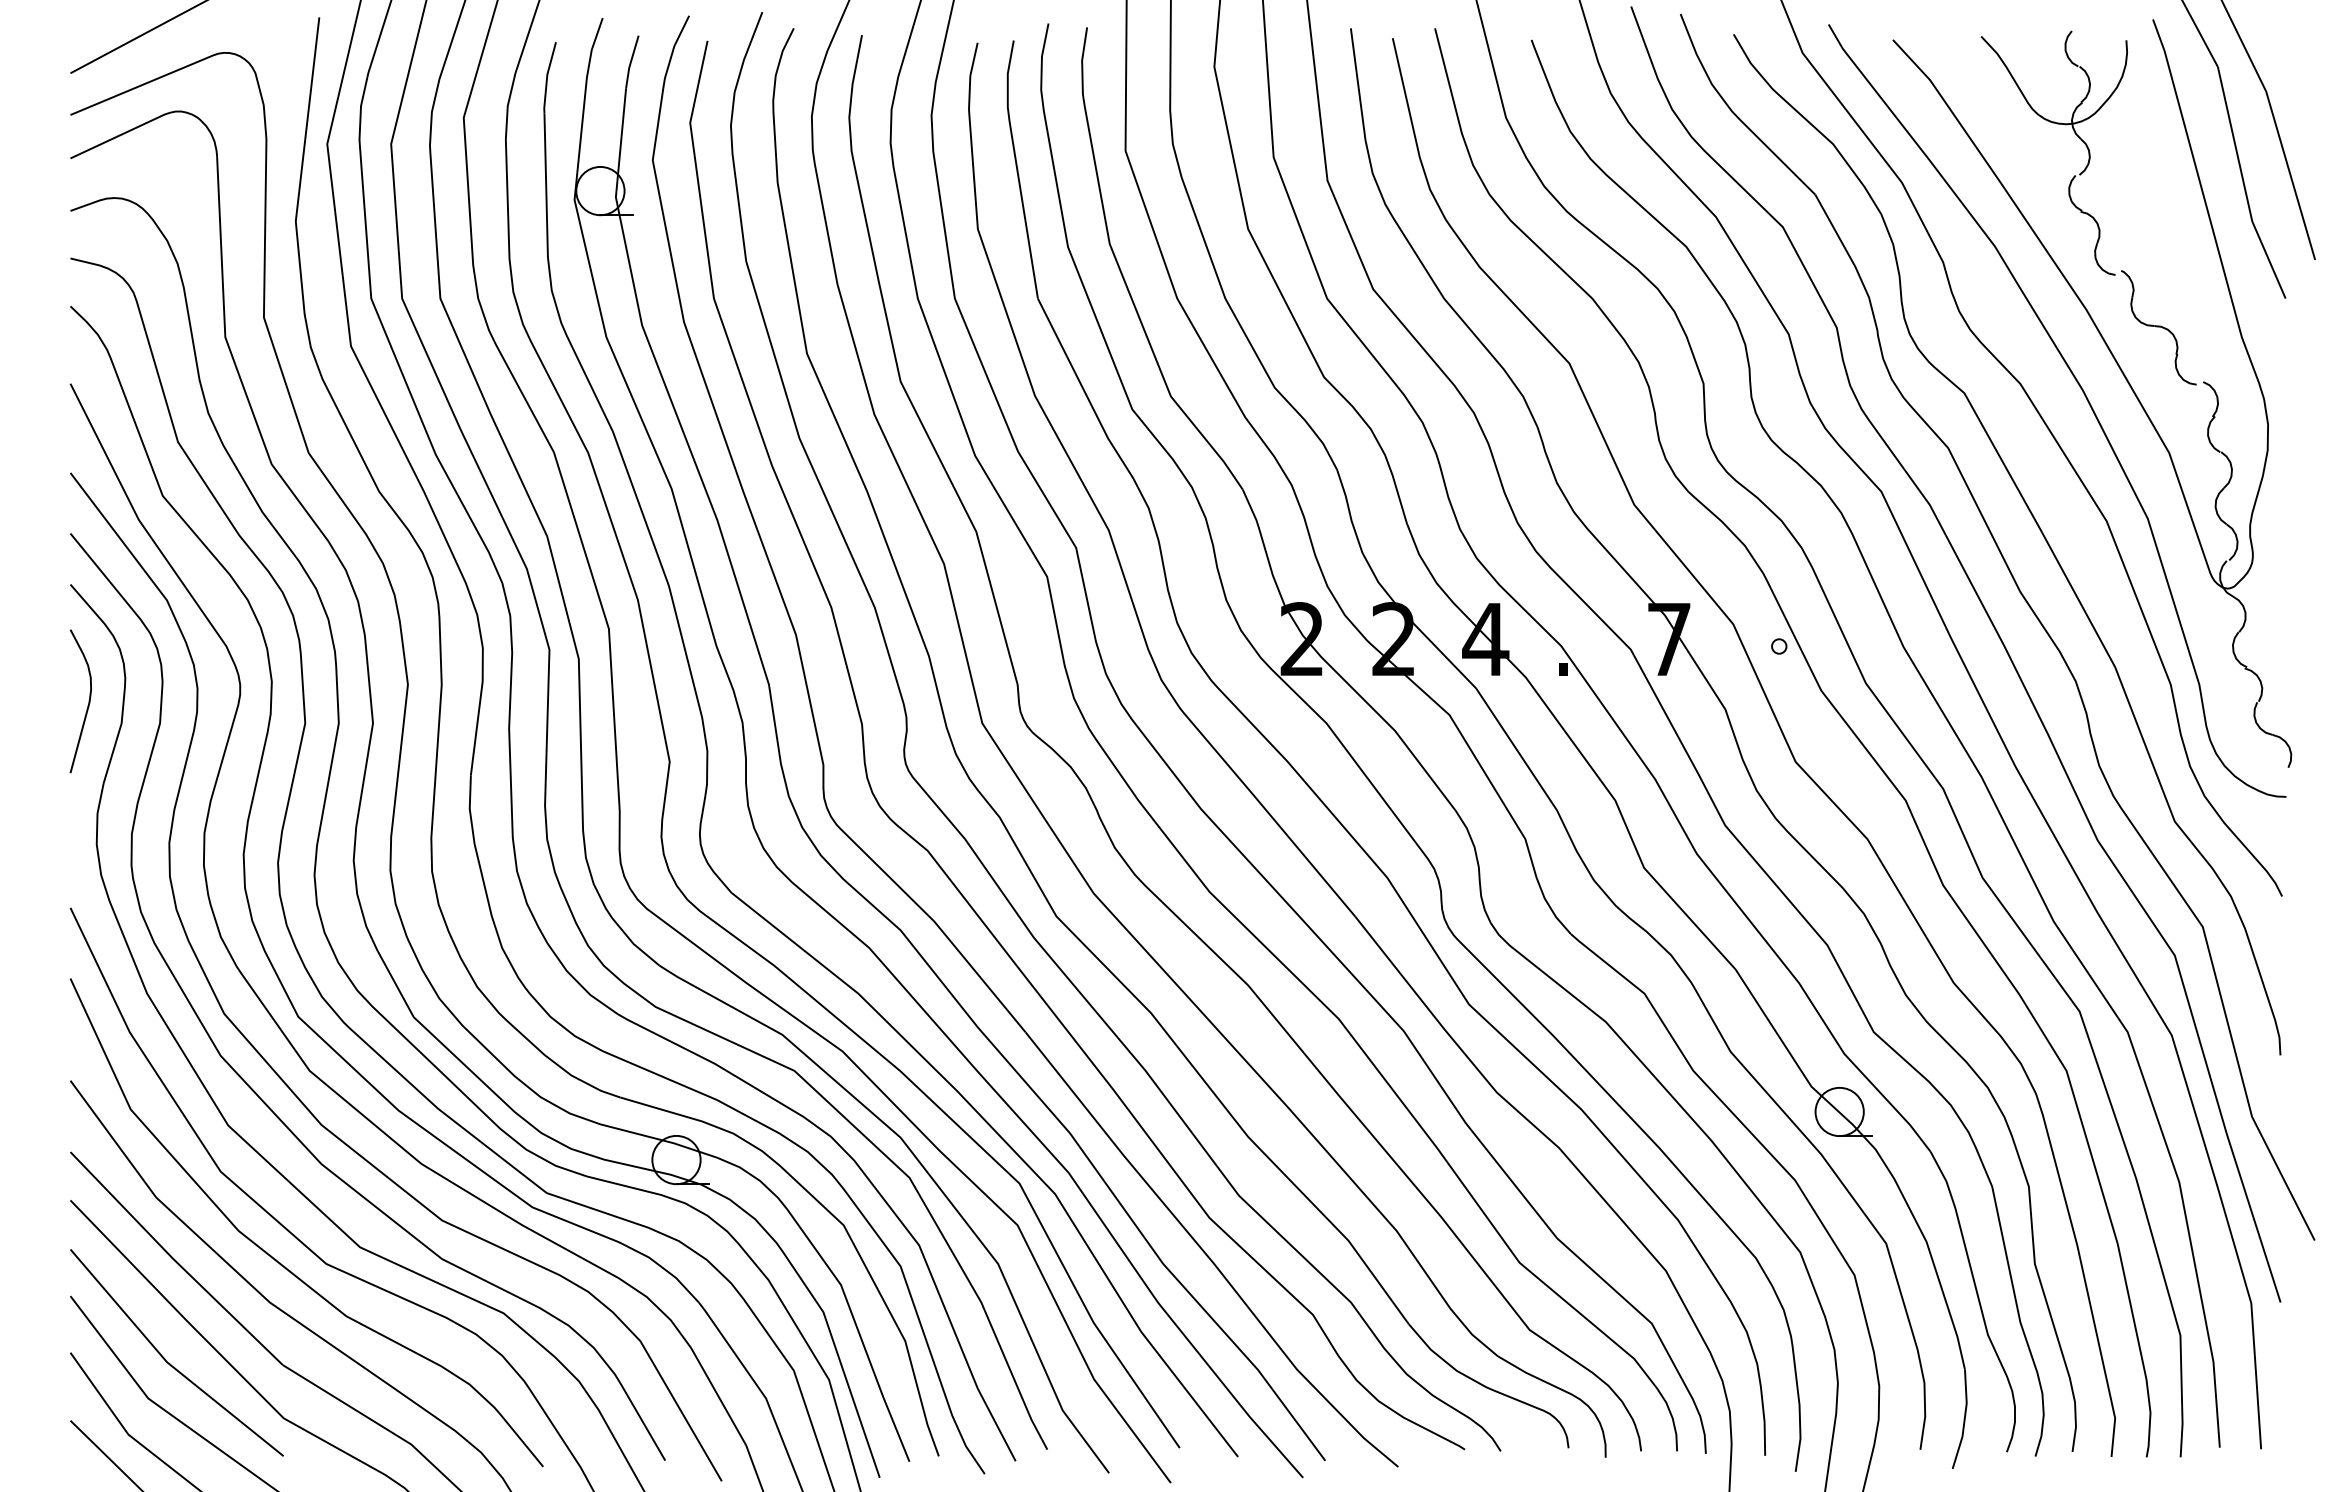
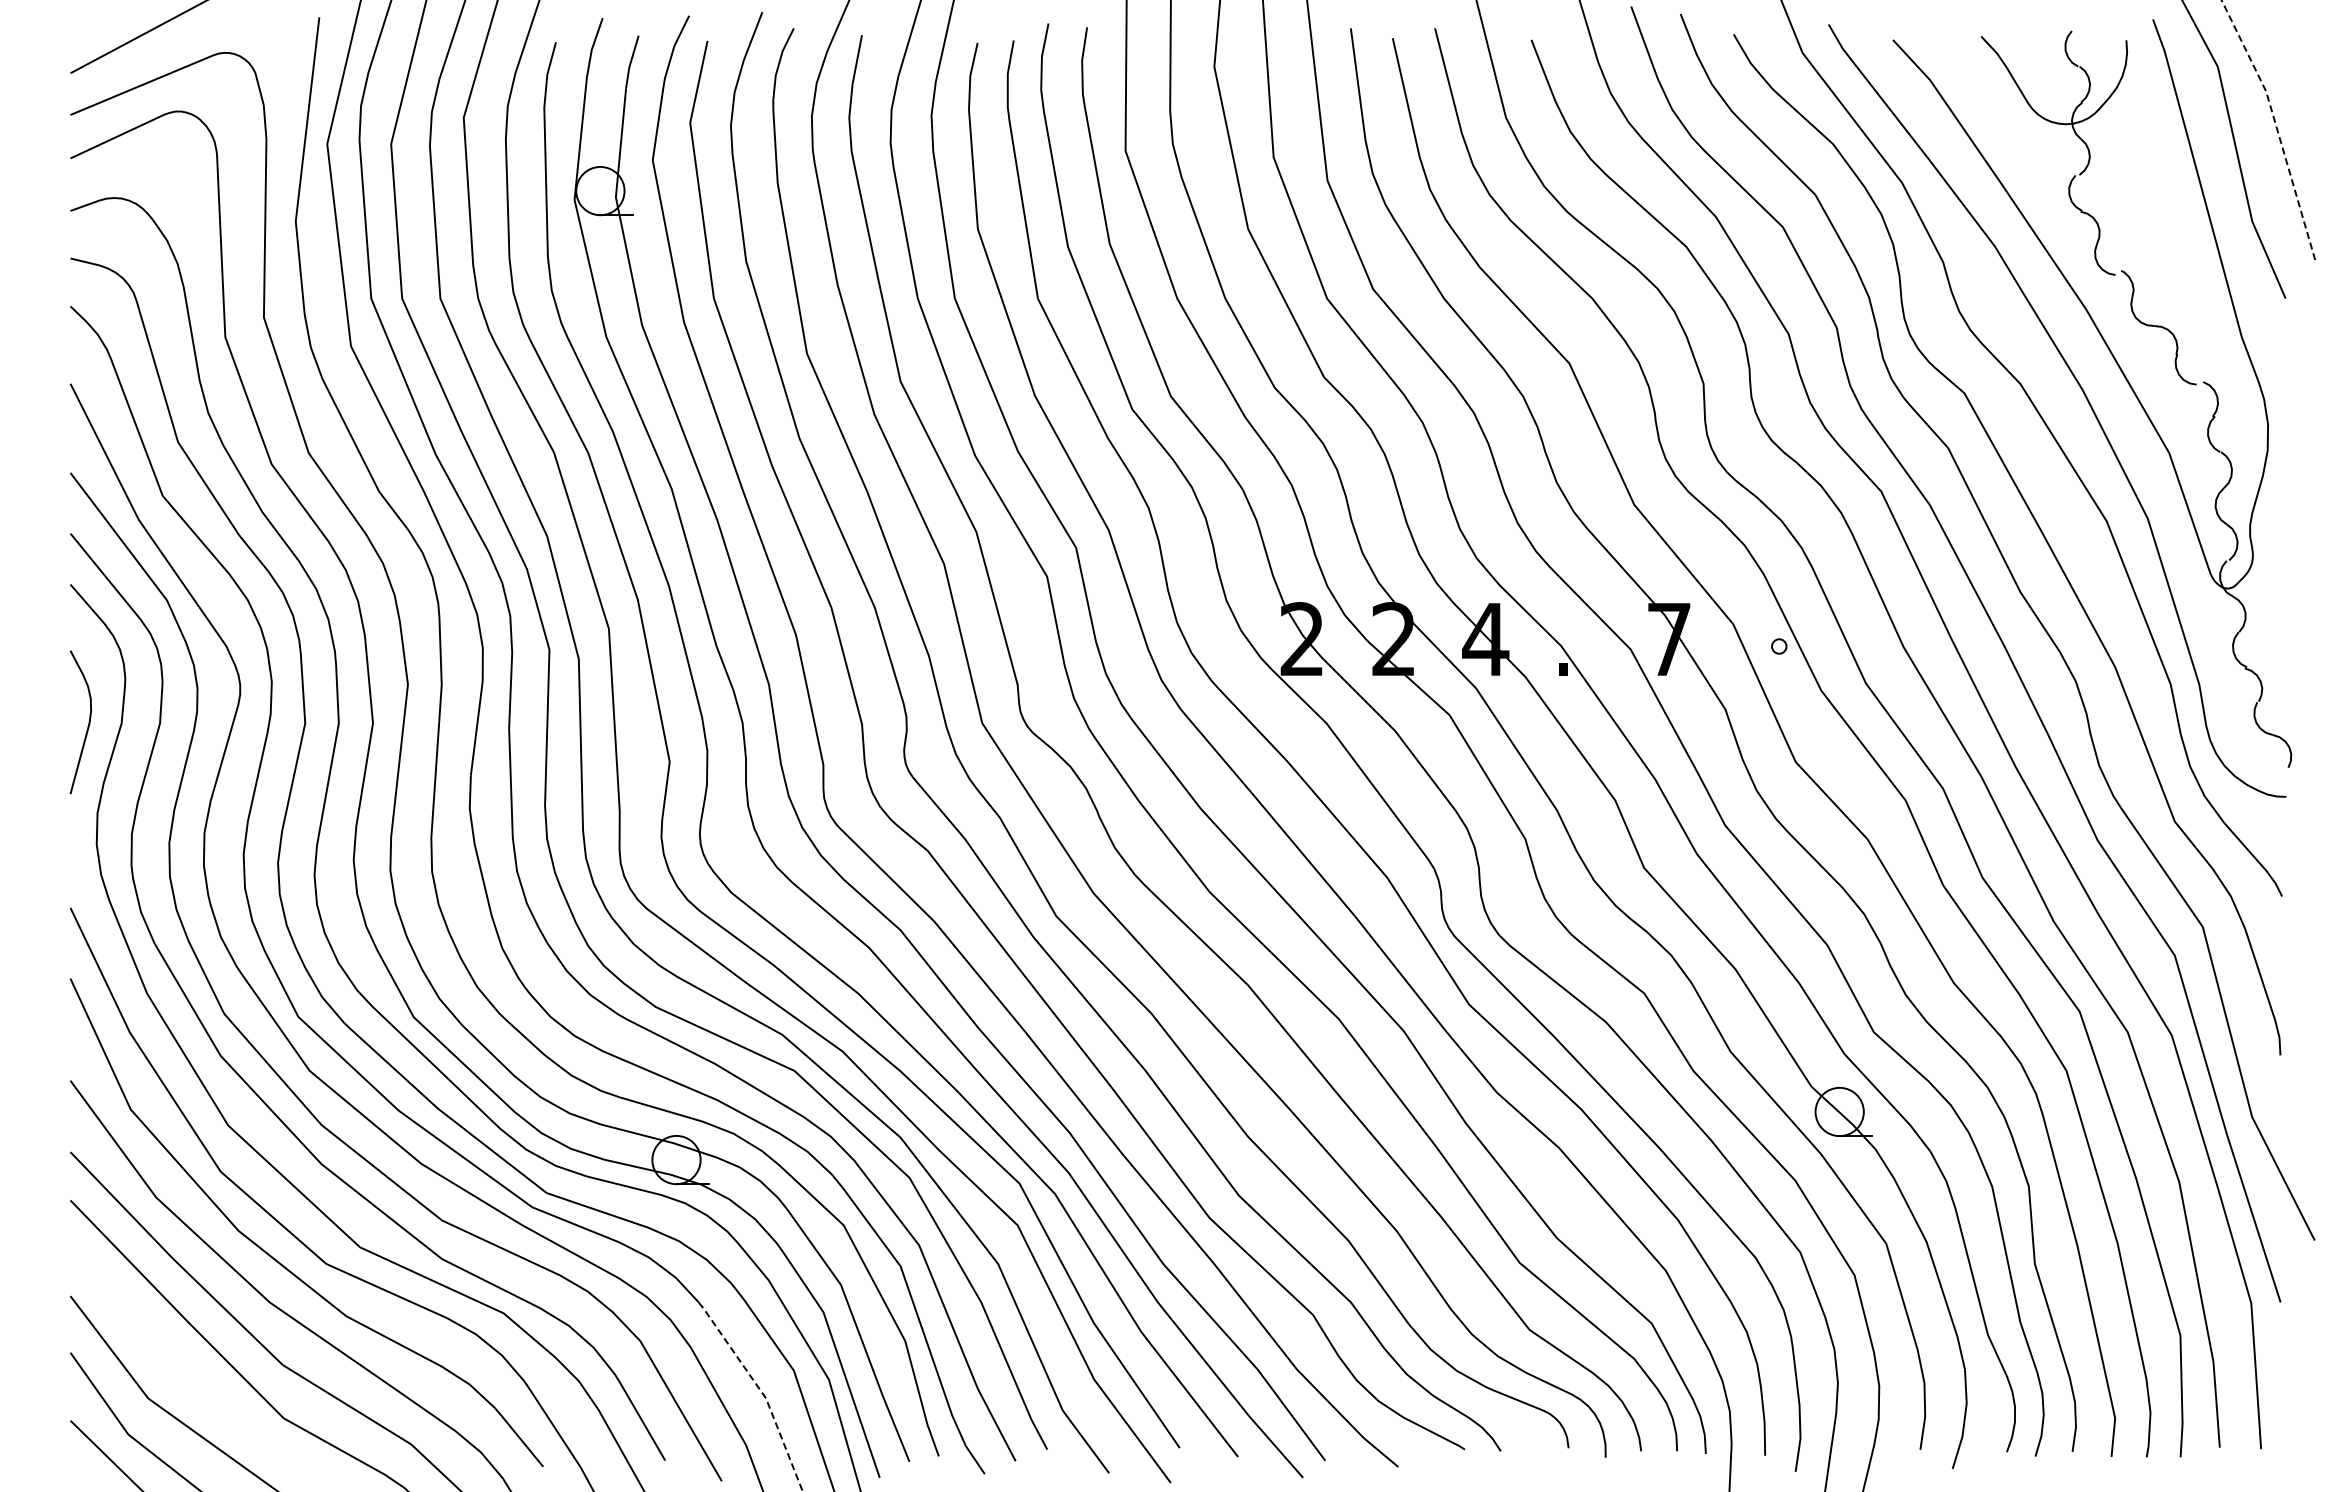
line at (2276, 125): solid -> dashed
curve at (88, 701) position: (88, 701) -> (88, 722)
line at (169, 1362): present -> none
line at (760, 1391): solid -> dashed
